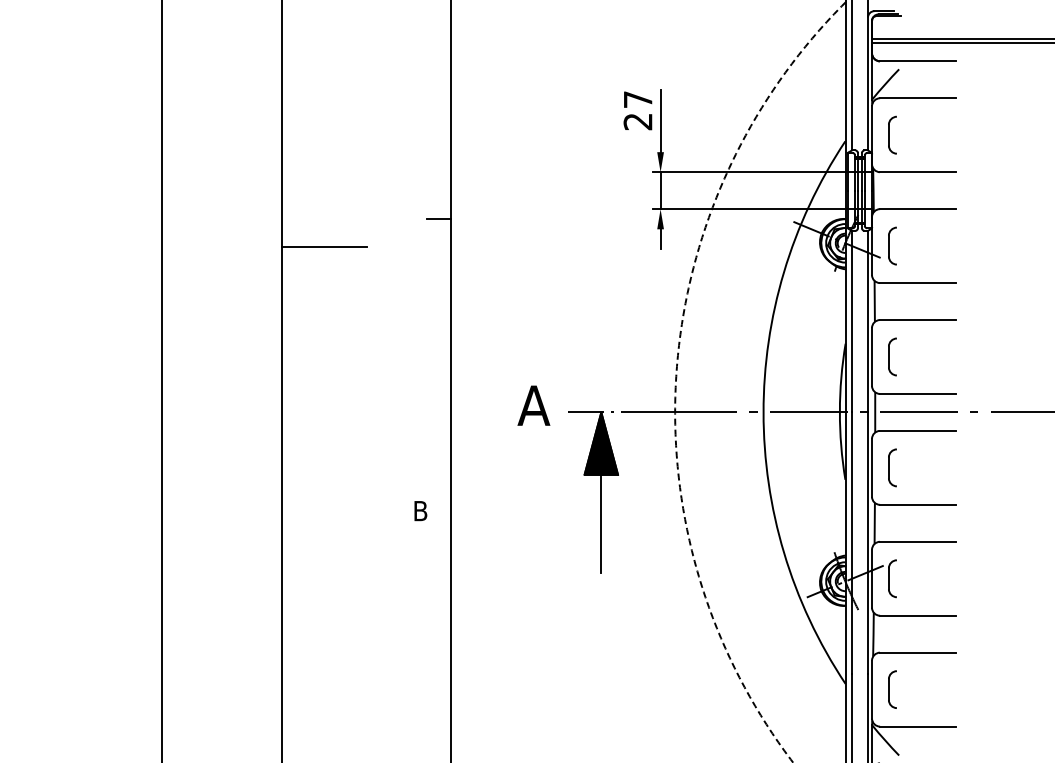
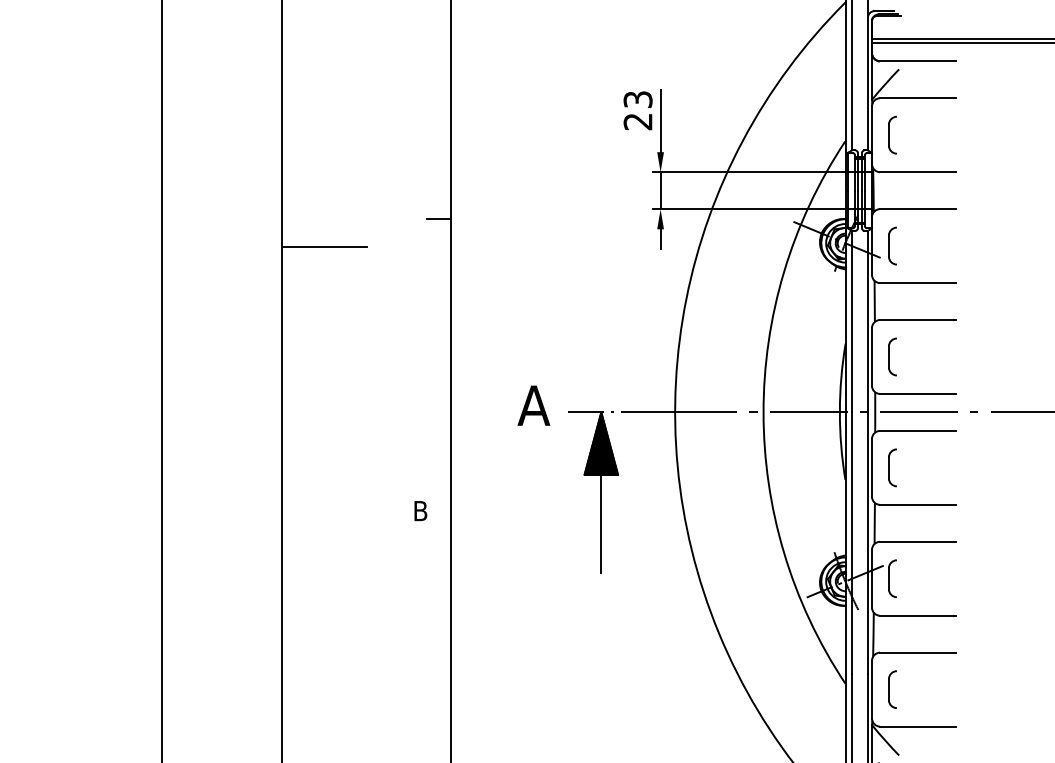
text at (637, 99): 27 -> 23
arc at (676, 371): dashed -> solid
